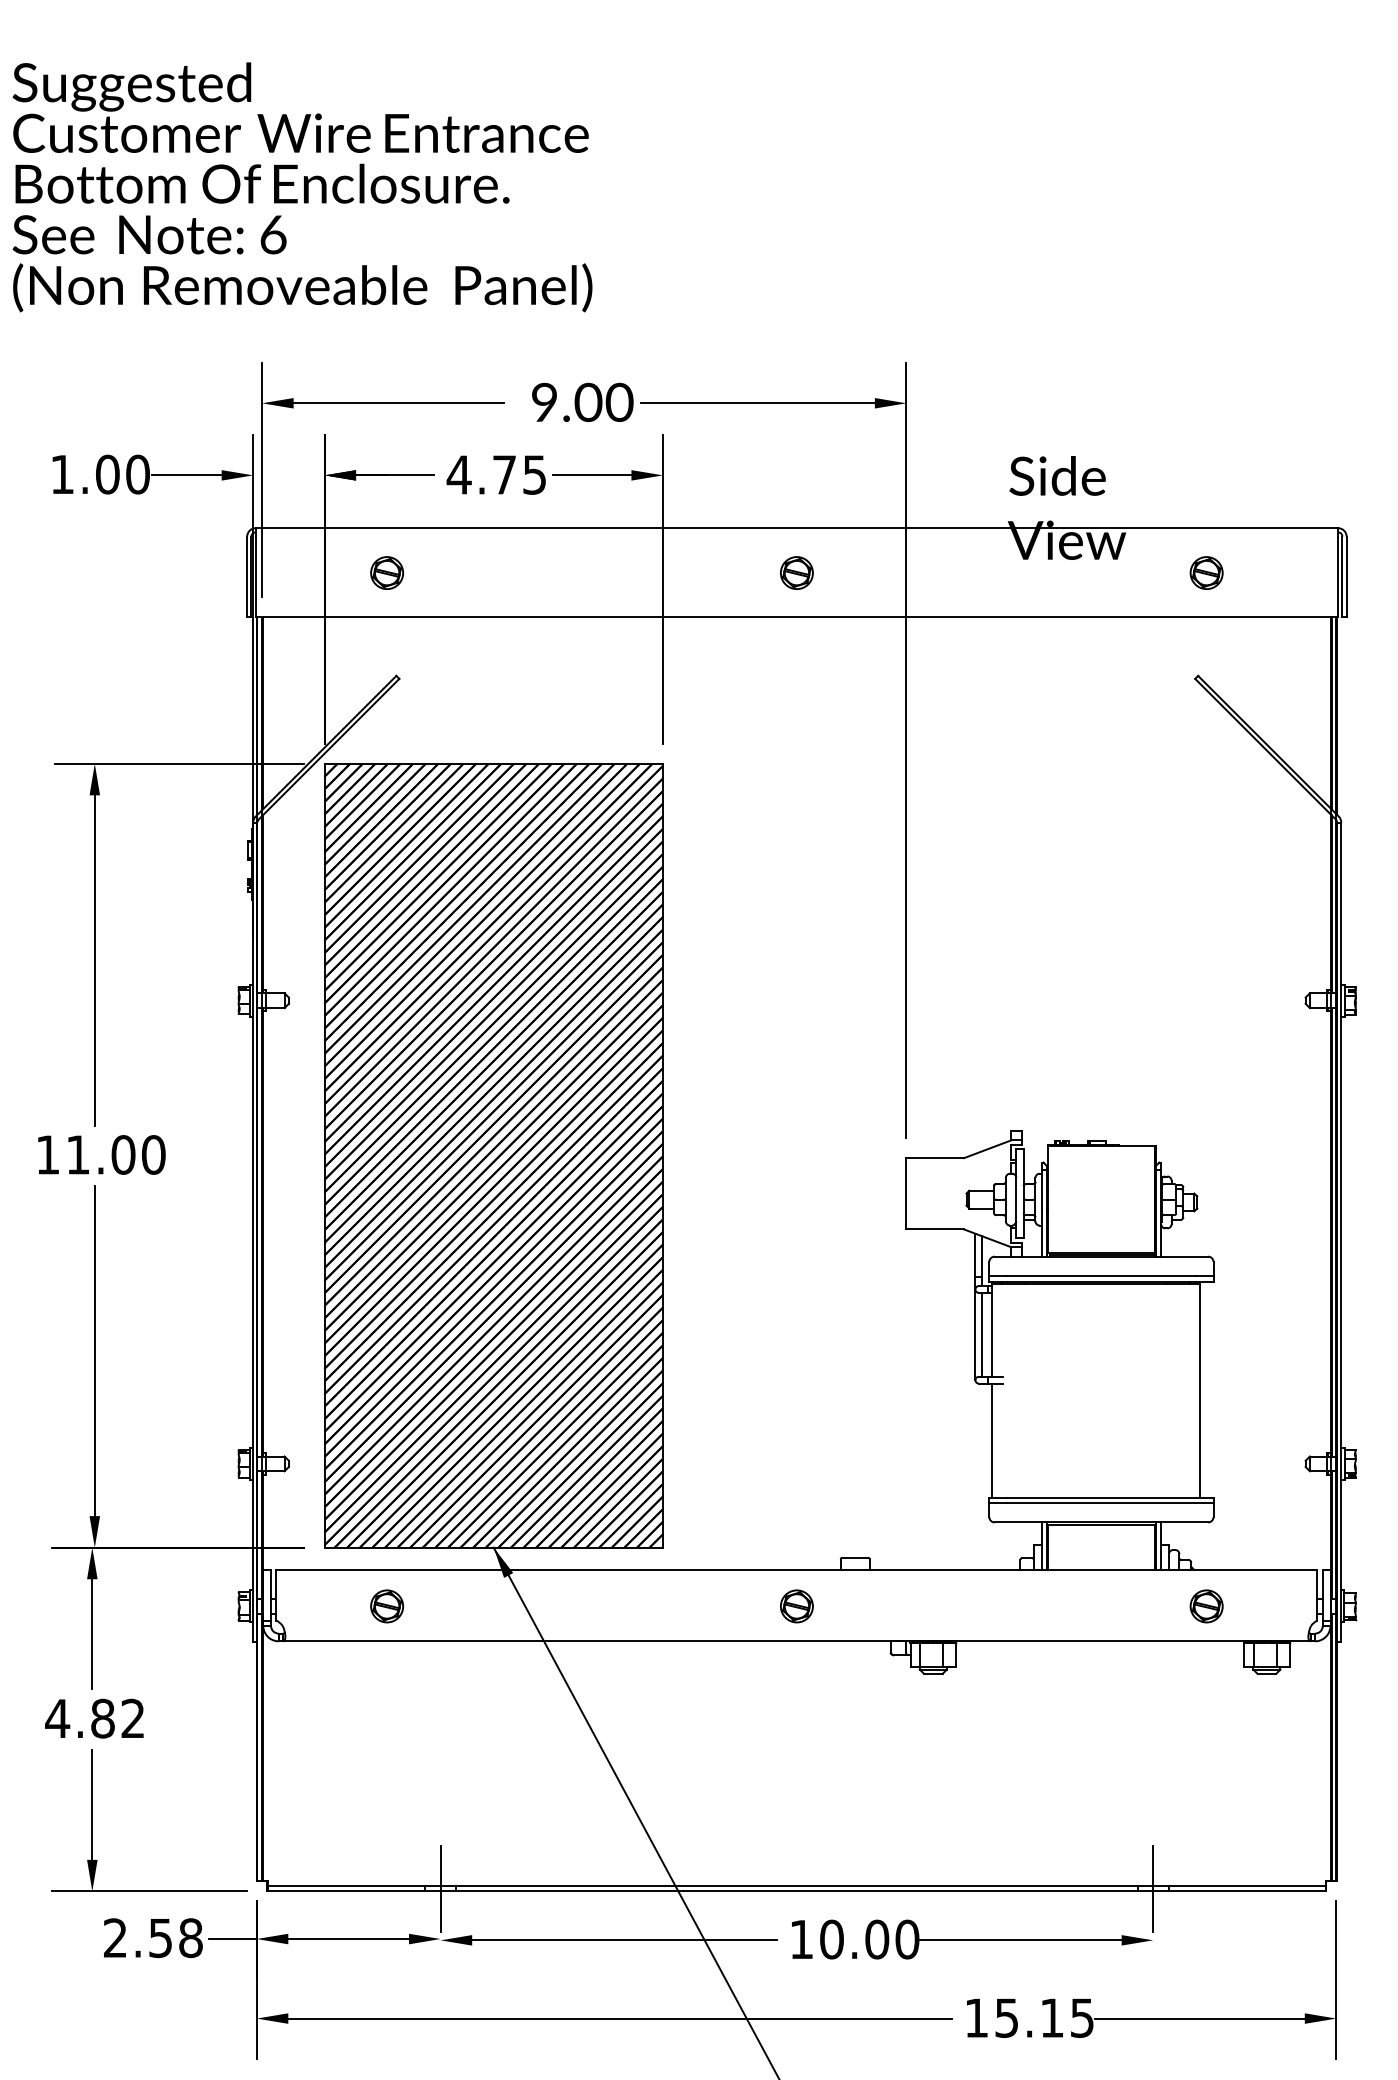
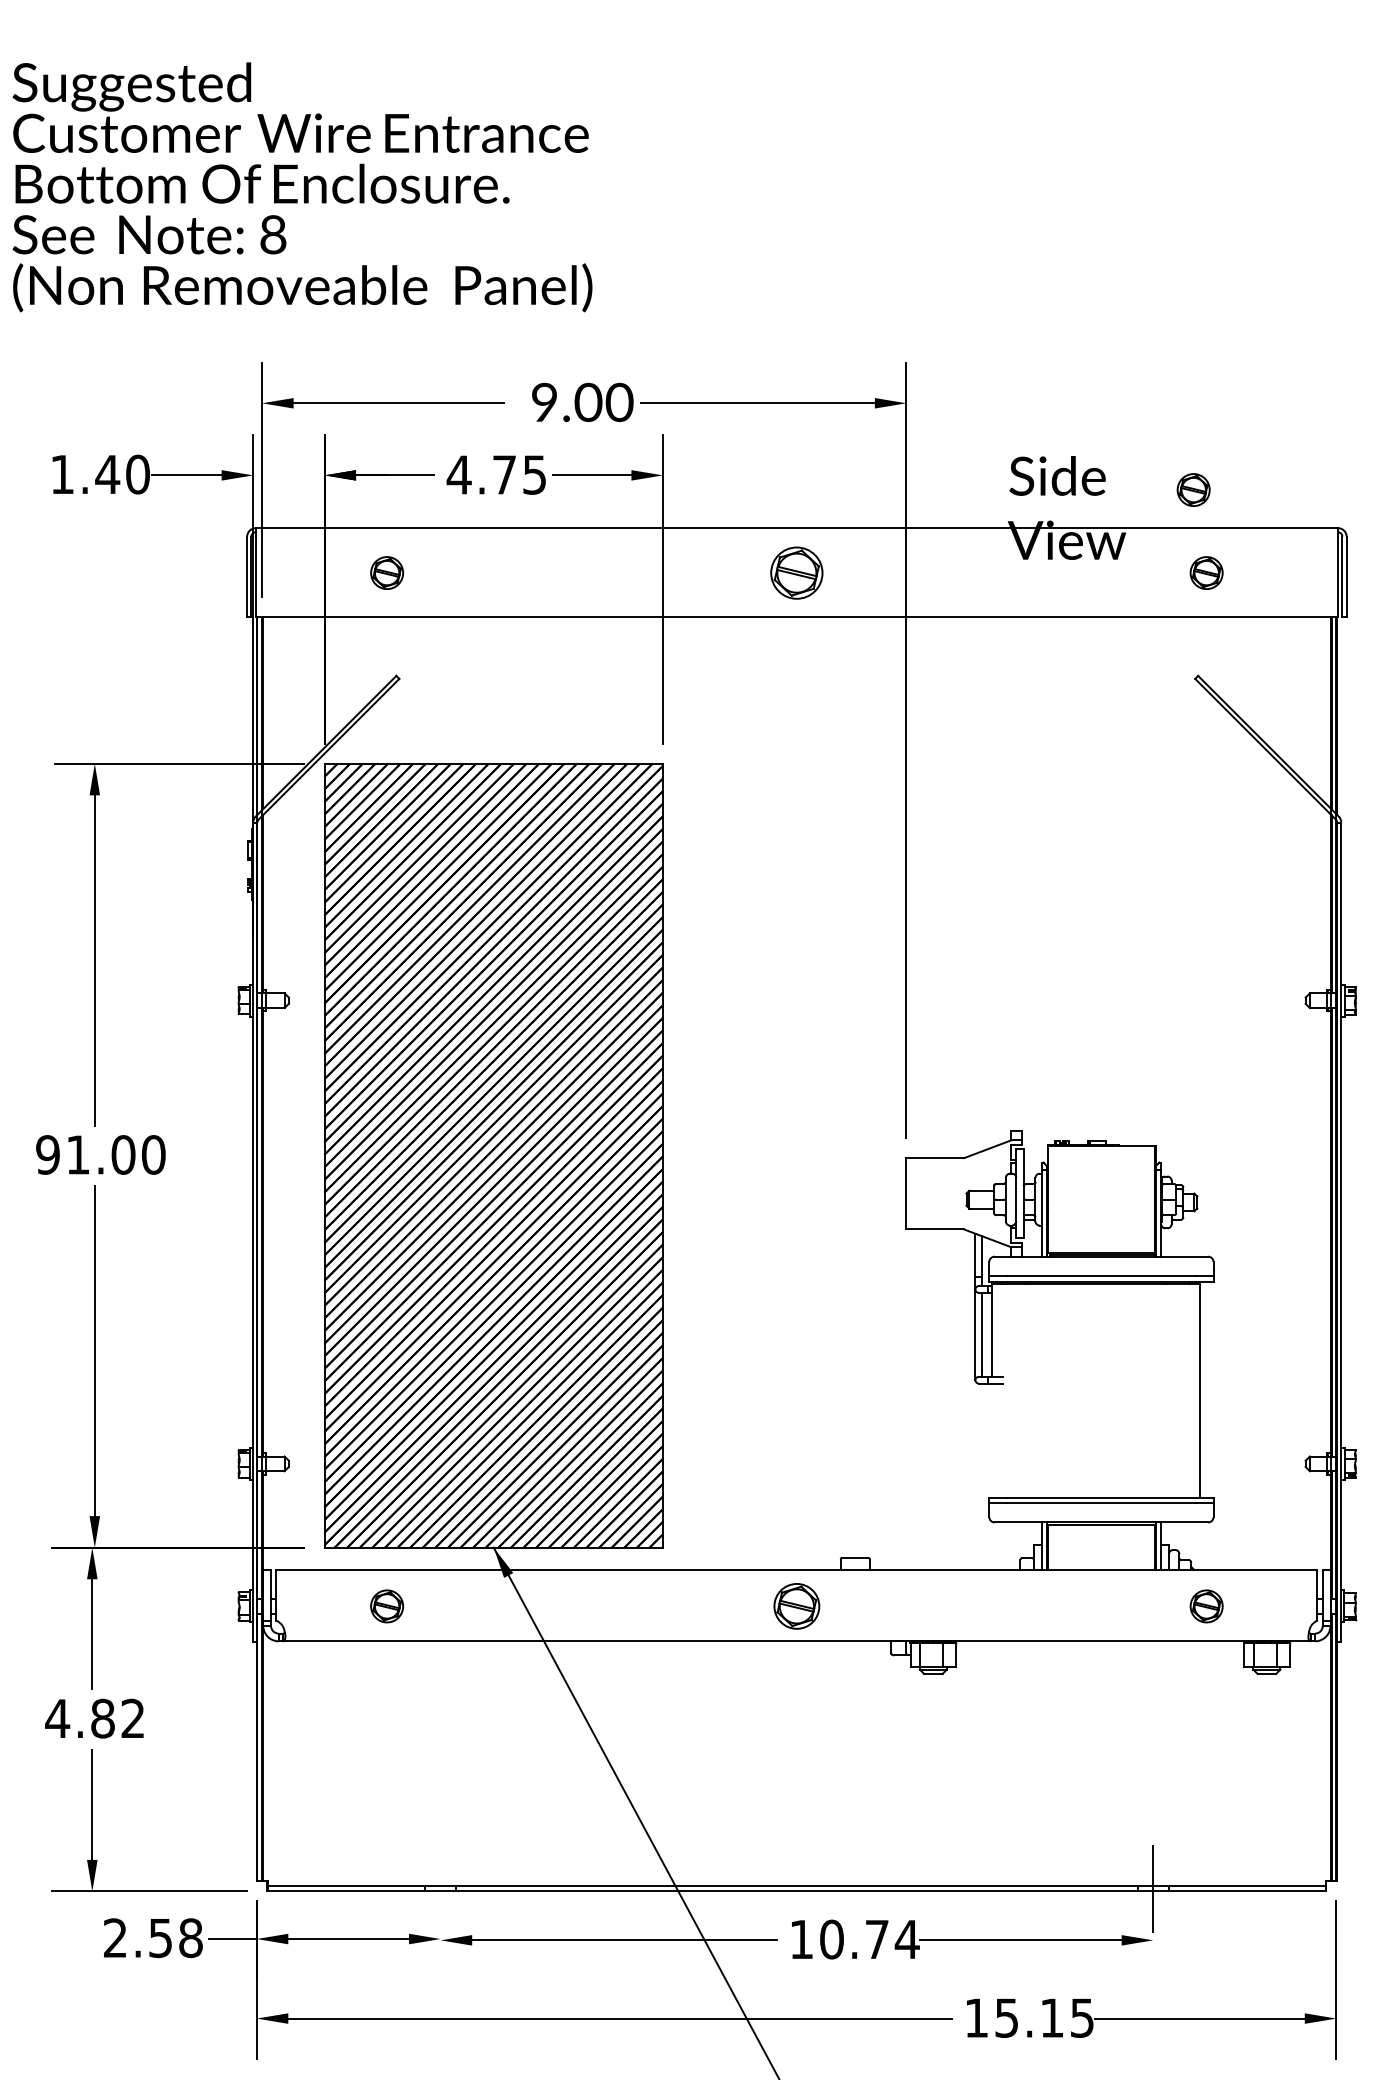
text at (273, 234): 6 -> 8
text at (107, 474): 1.00 -> 1.40
part at (1193, 489): none -> present
part at (796, 572) size: 34x34 px -> 54x54 px
text at (47, 1154): 11.00 -> 91.00
line at (992, 1440): present -> none
part at (796, 1606) size: 34x35 px -> 48x47 px
line at (440, 1888): present -> none
text at (892, 1939): 10.00 -> 10.74
